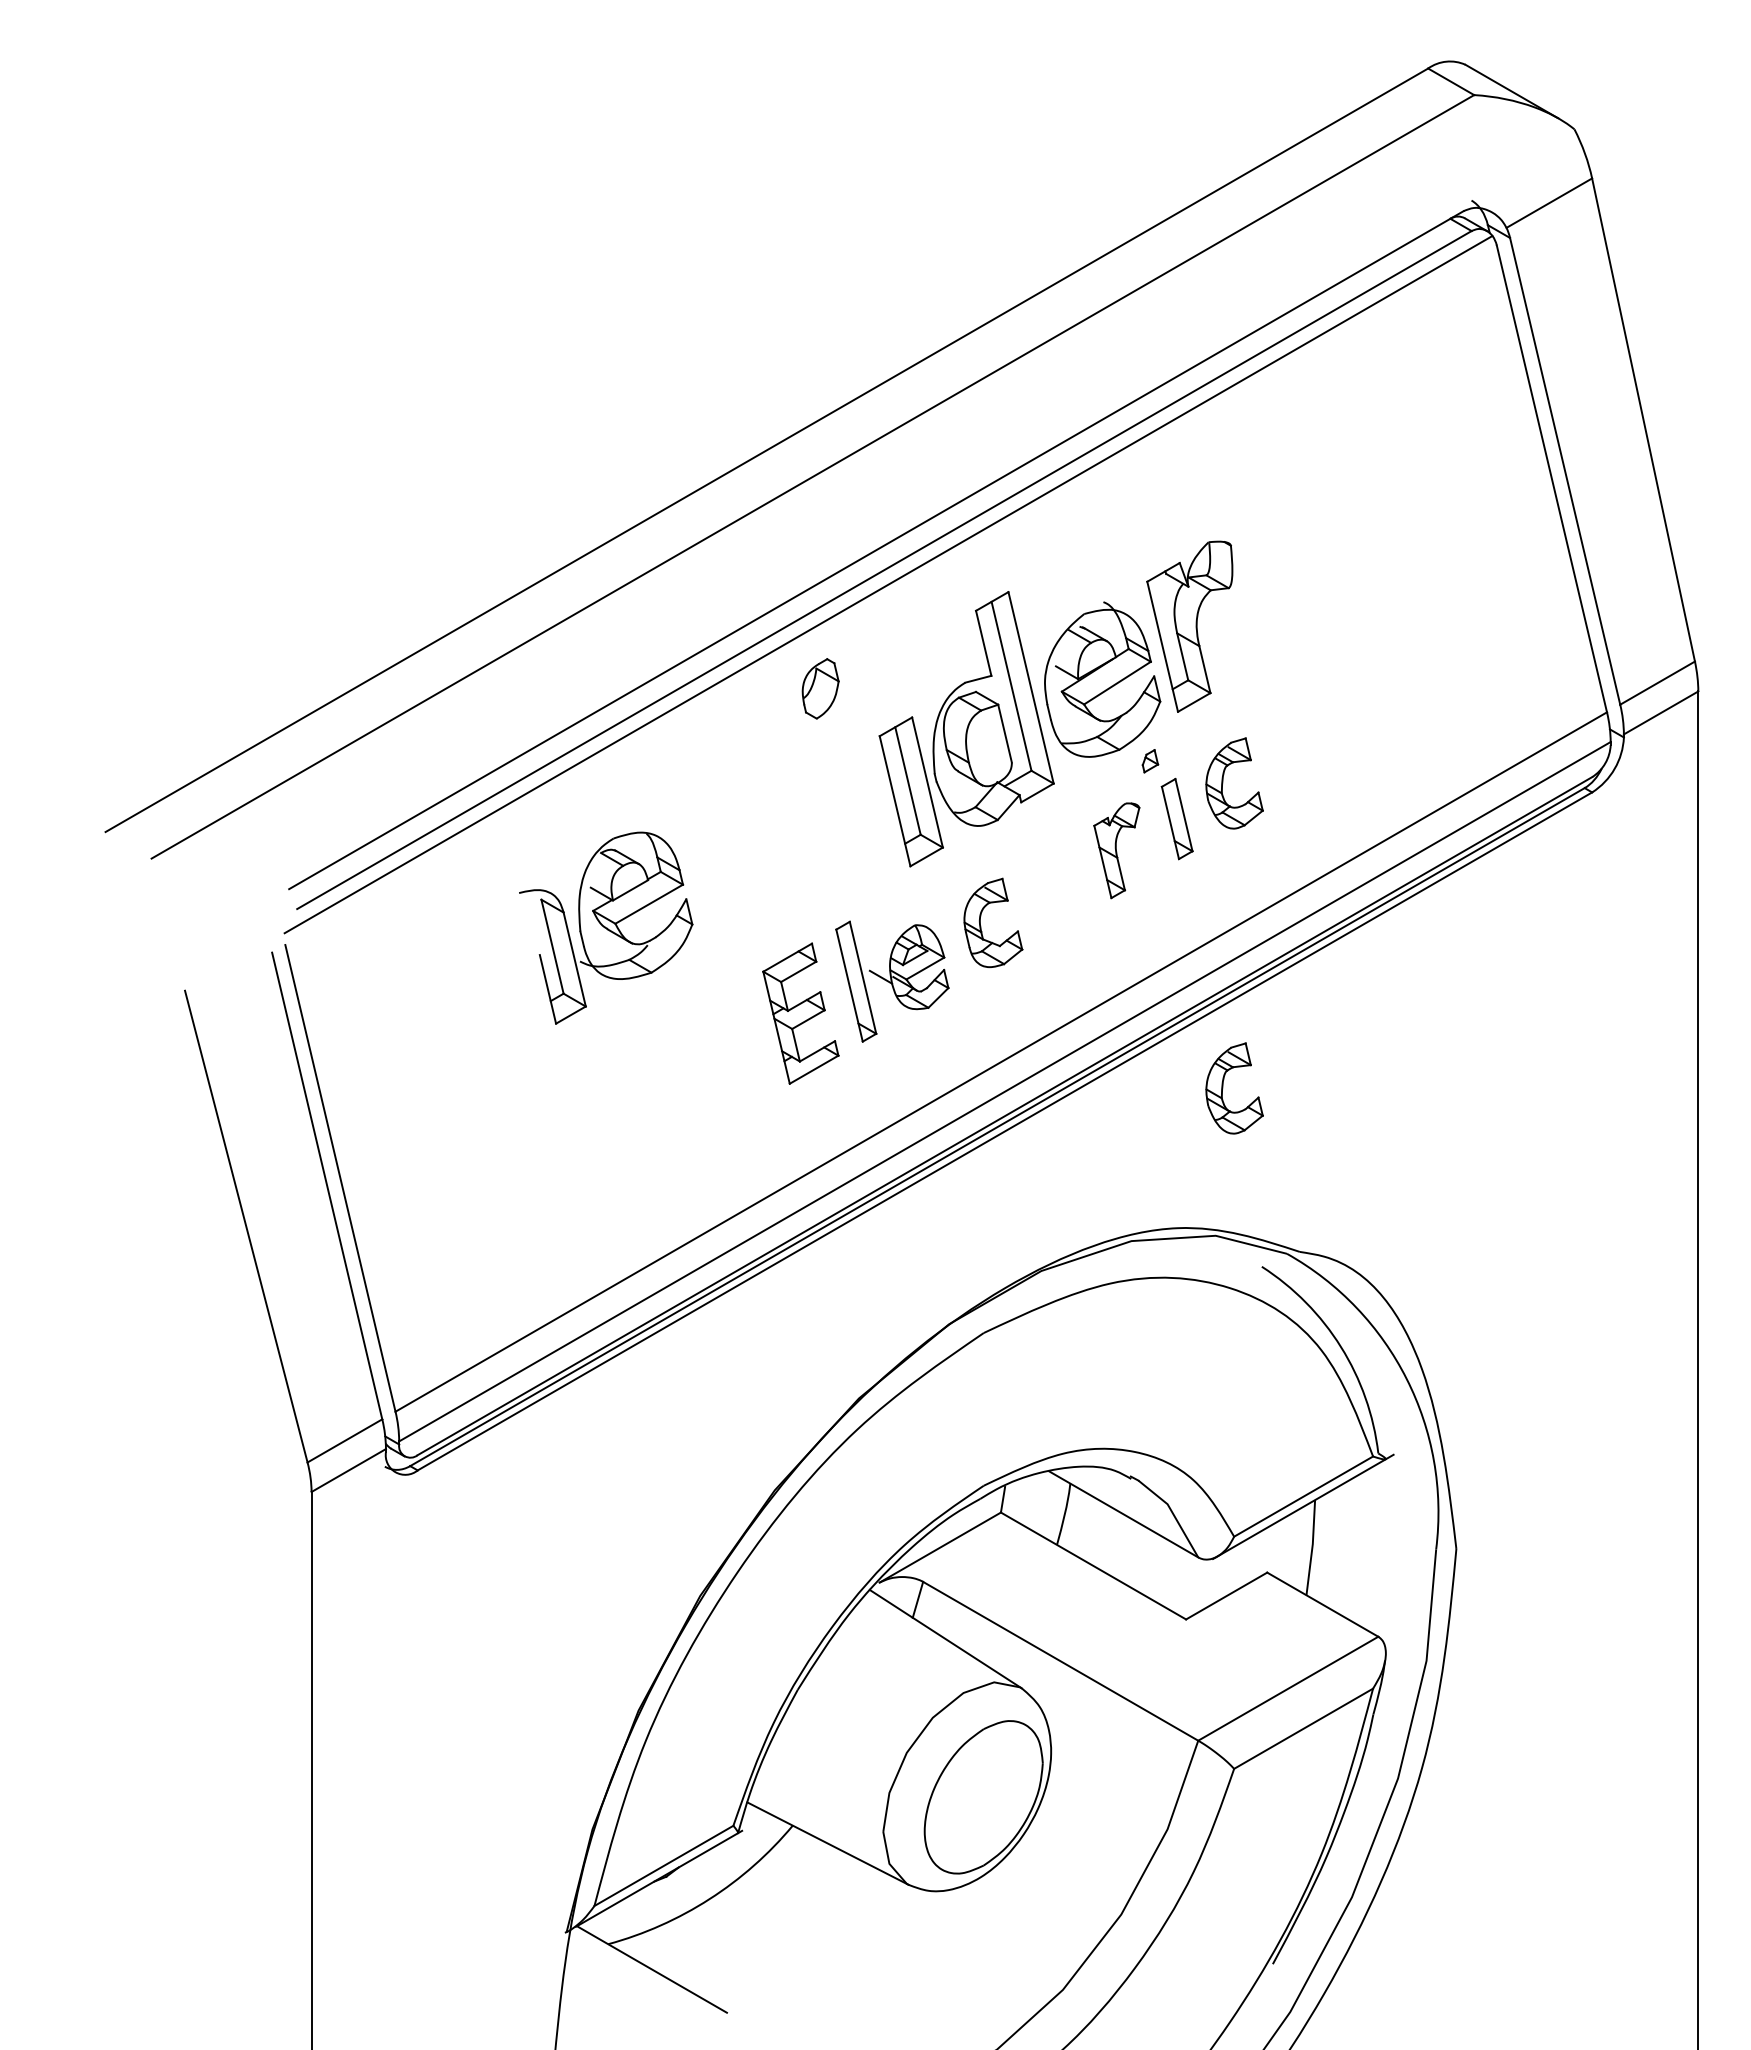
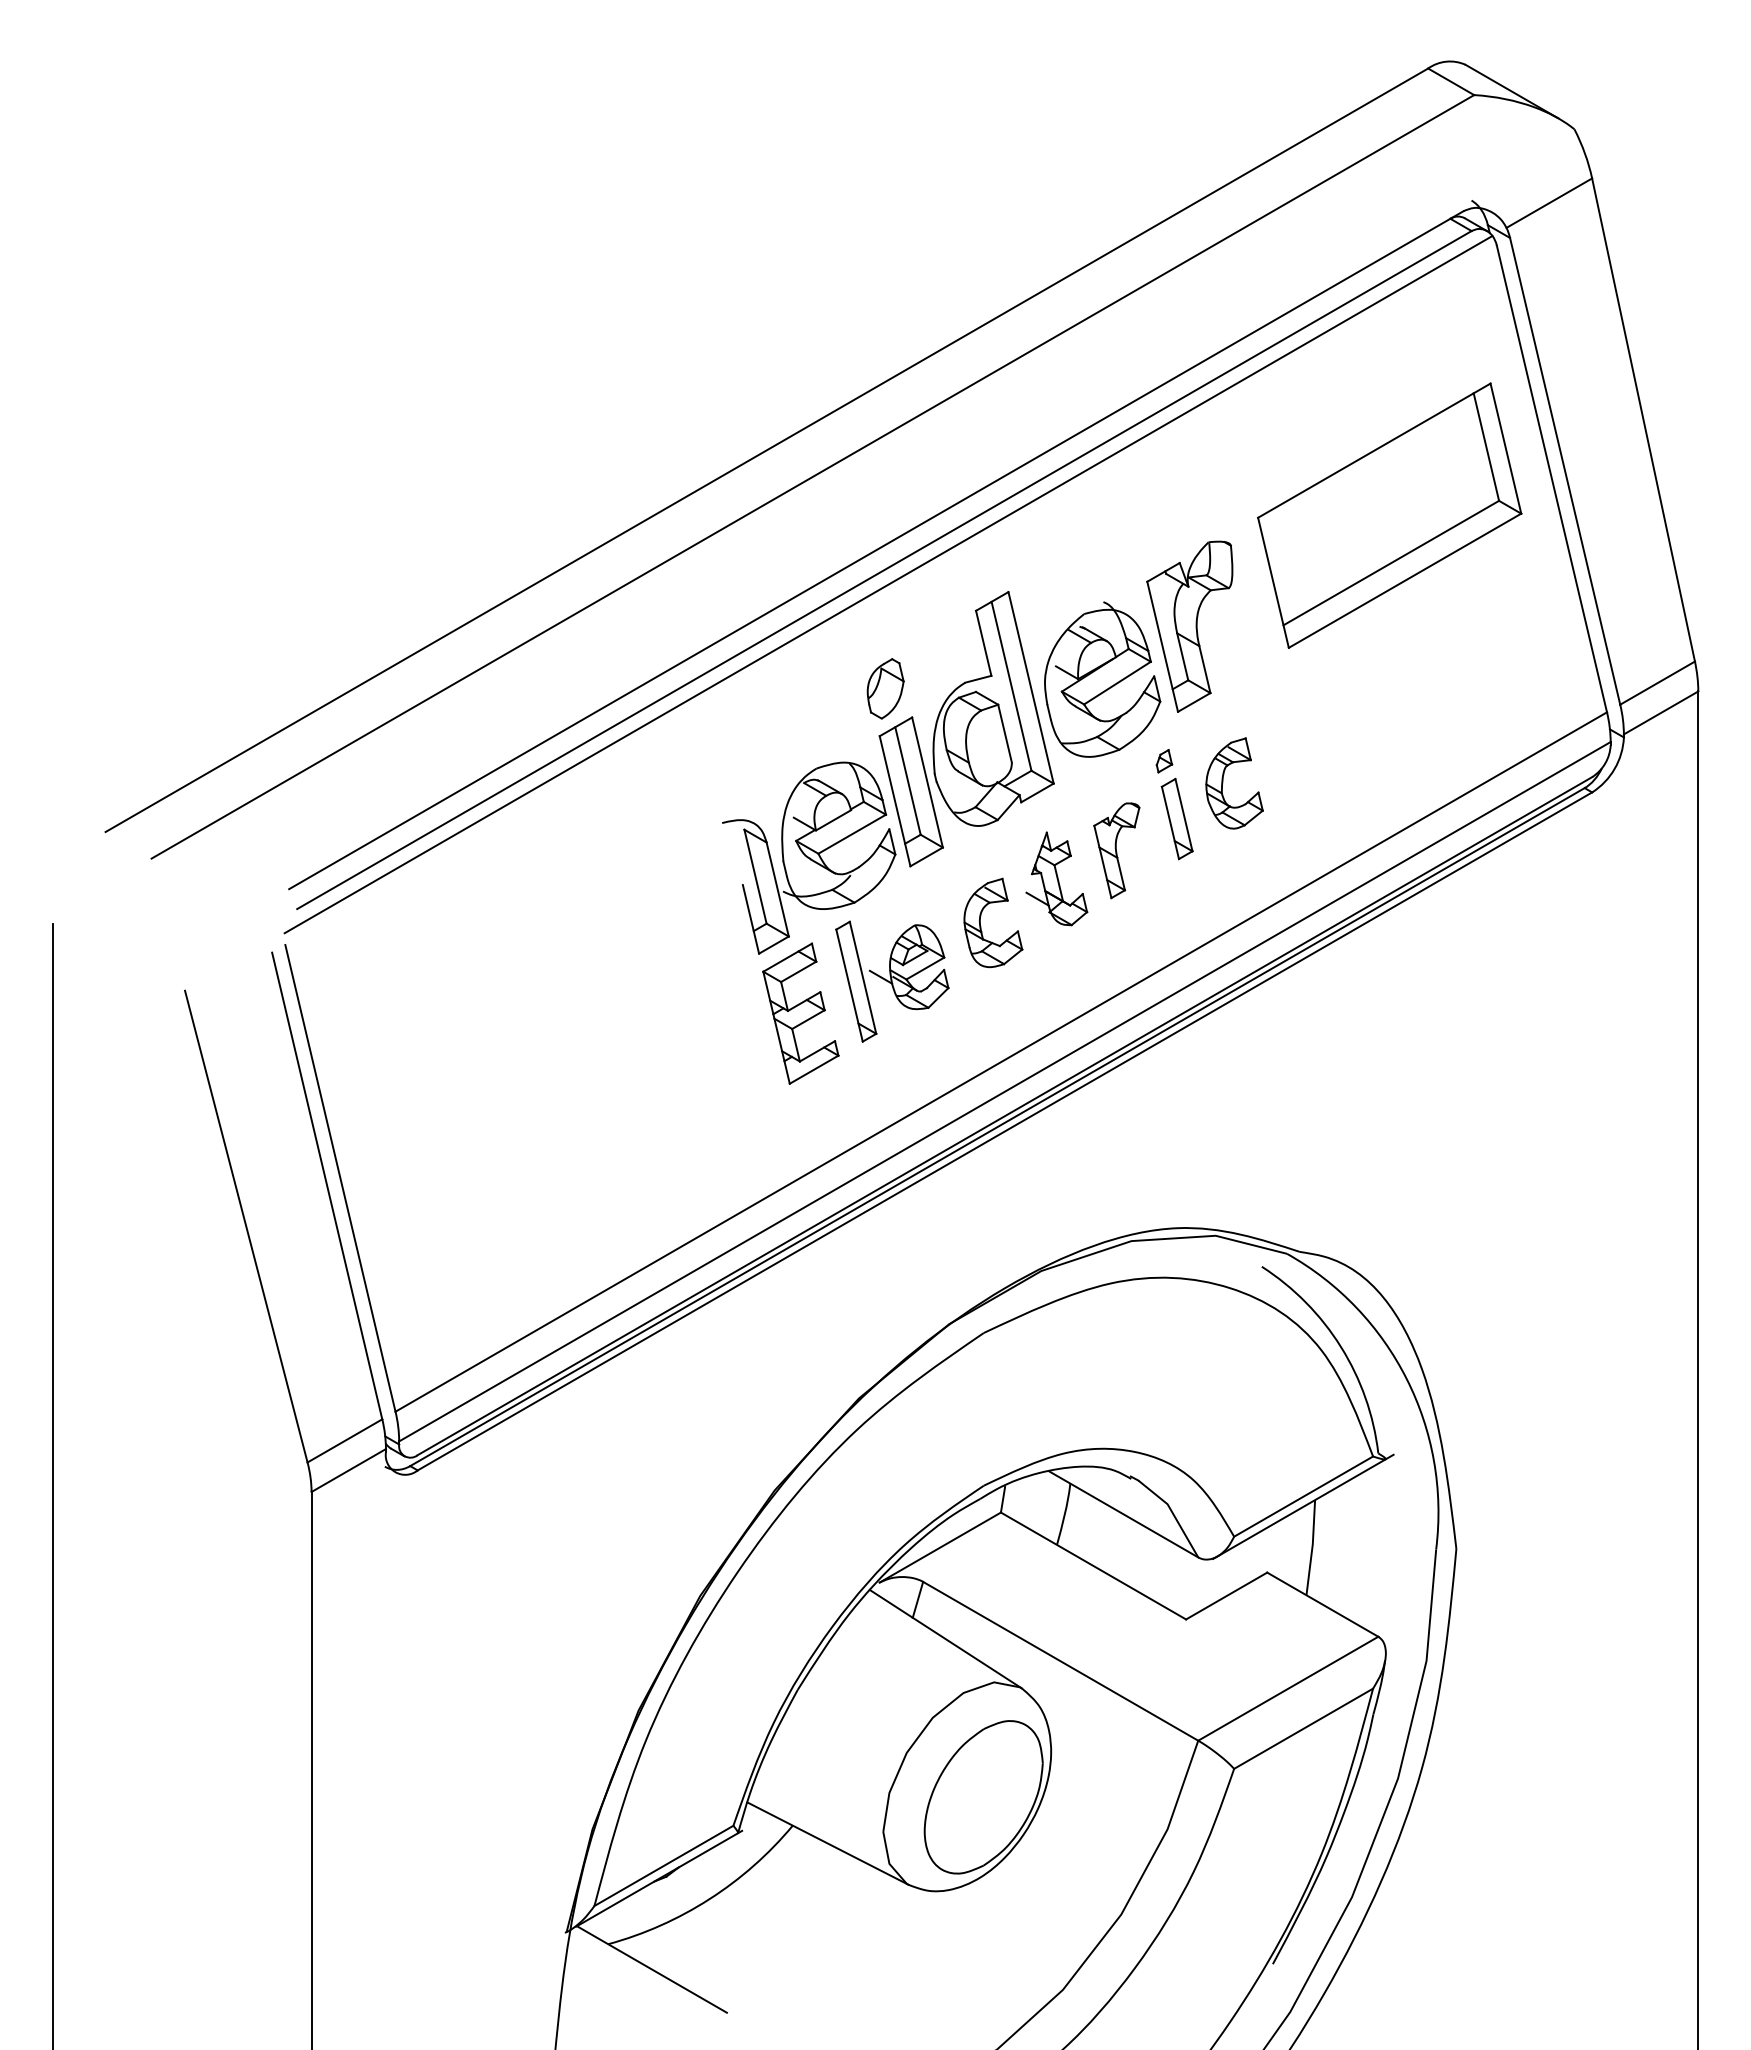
part at (1389, 515): none -> present
part at (820, 688) position: (820, 688) -> (885, 688)
part at (1150, 761) position: (1150, 761) -> (1164, 761)
part at (1056, 878): none -> present
part at (606, 927) position: (606, 927) -> (809, 857)
part at (1223, 1088): present -> none
line at (52, 1484): none -> present
